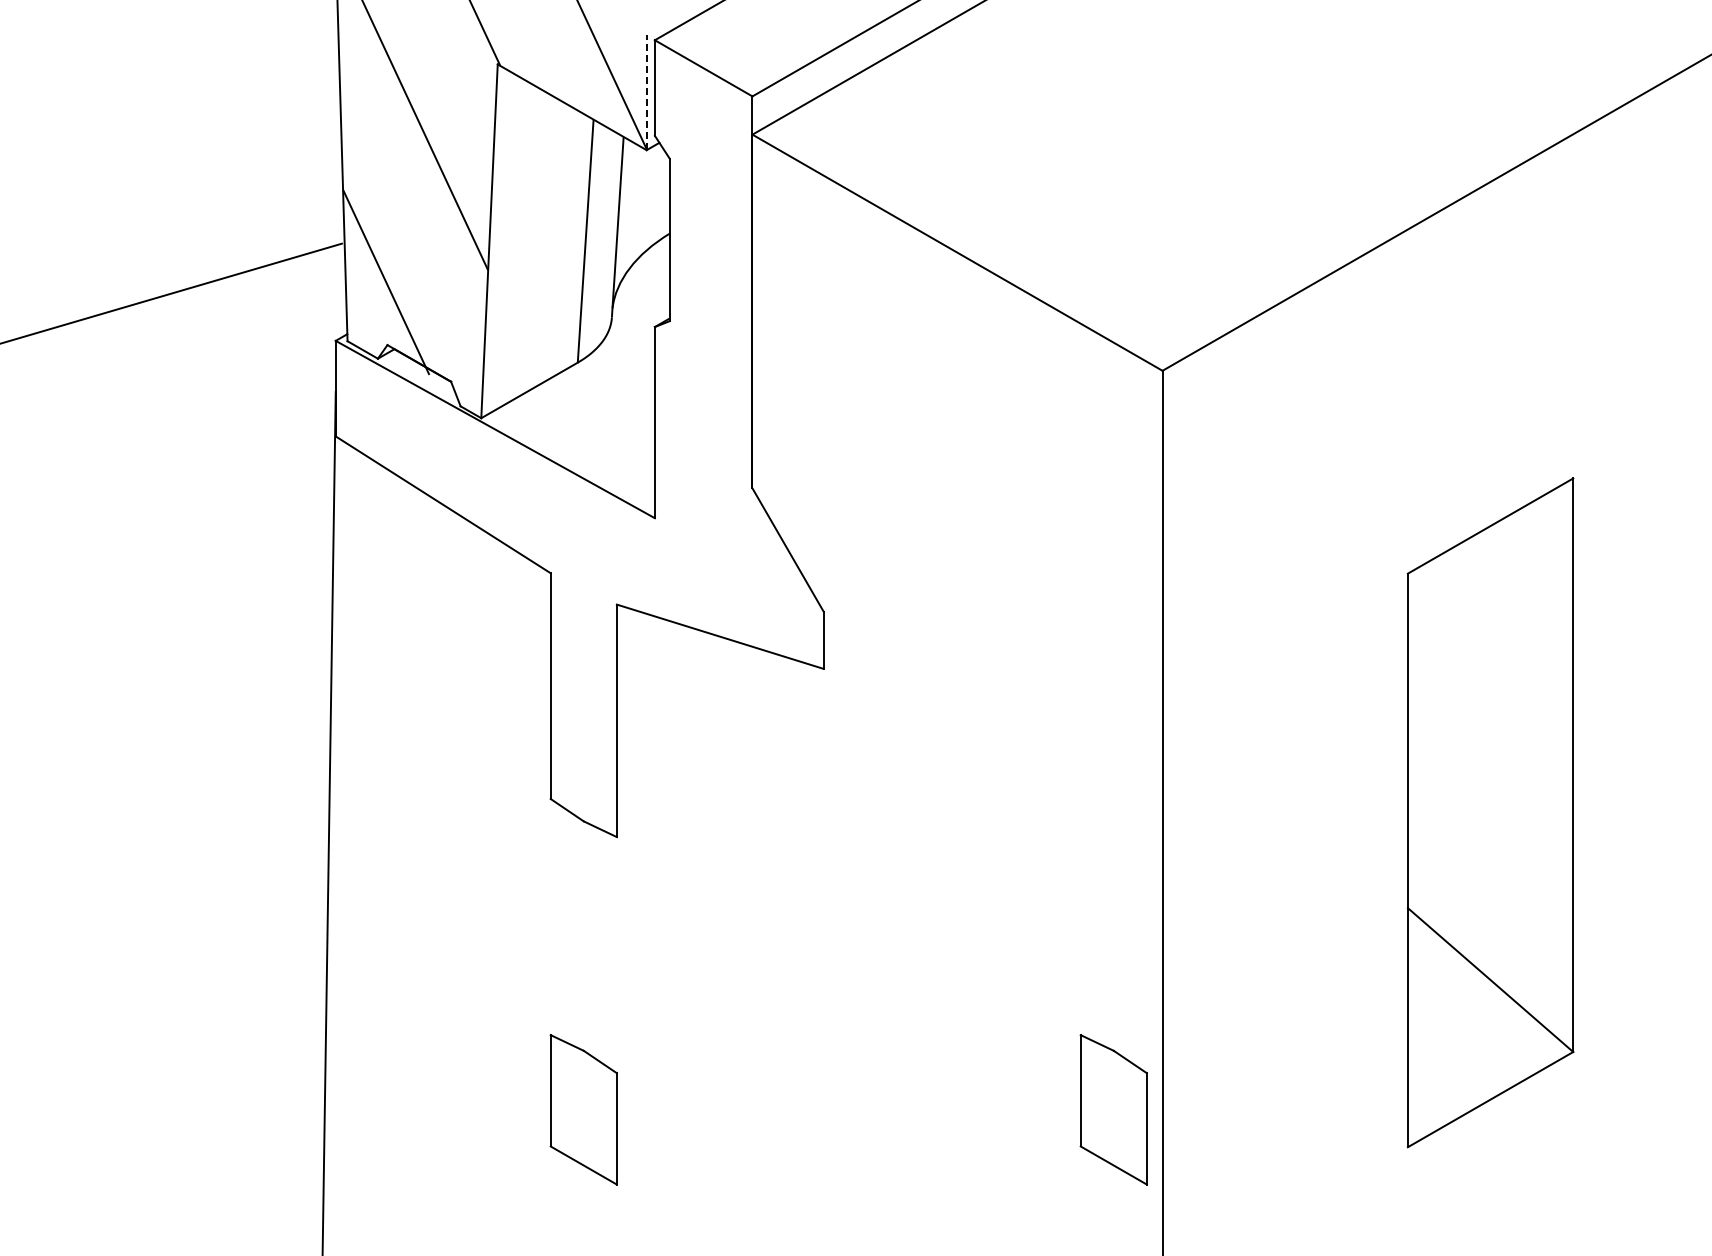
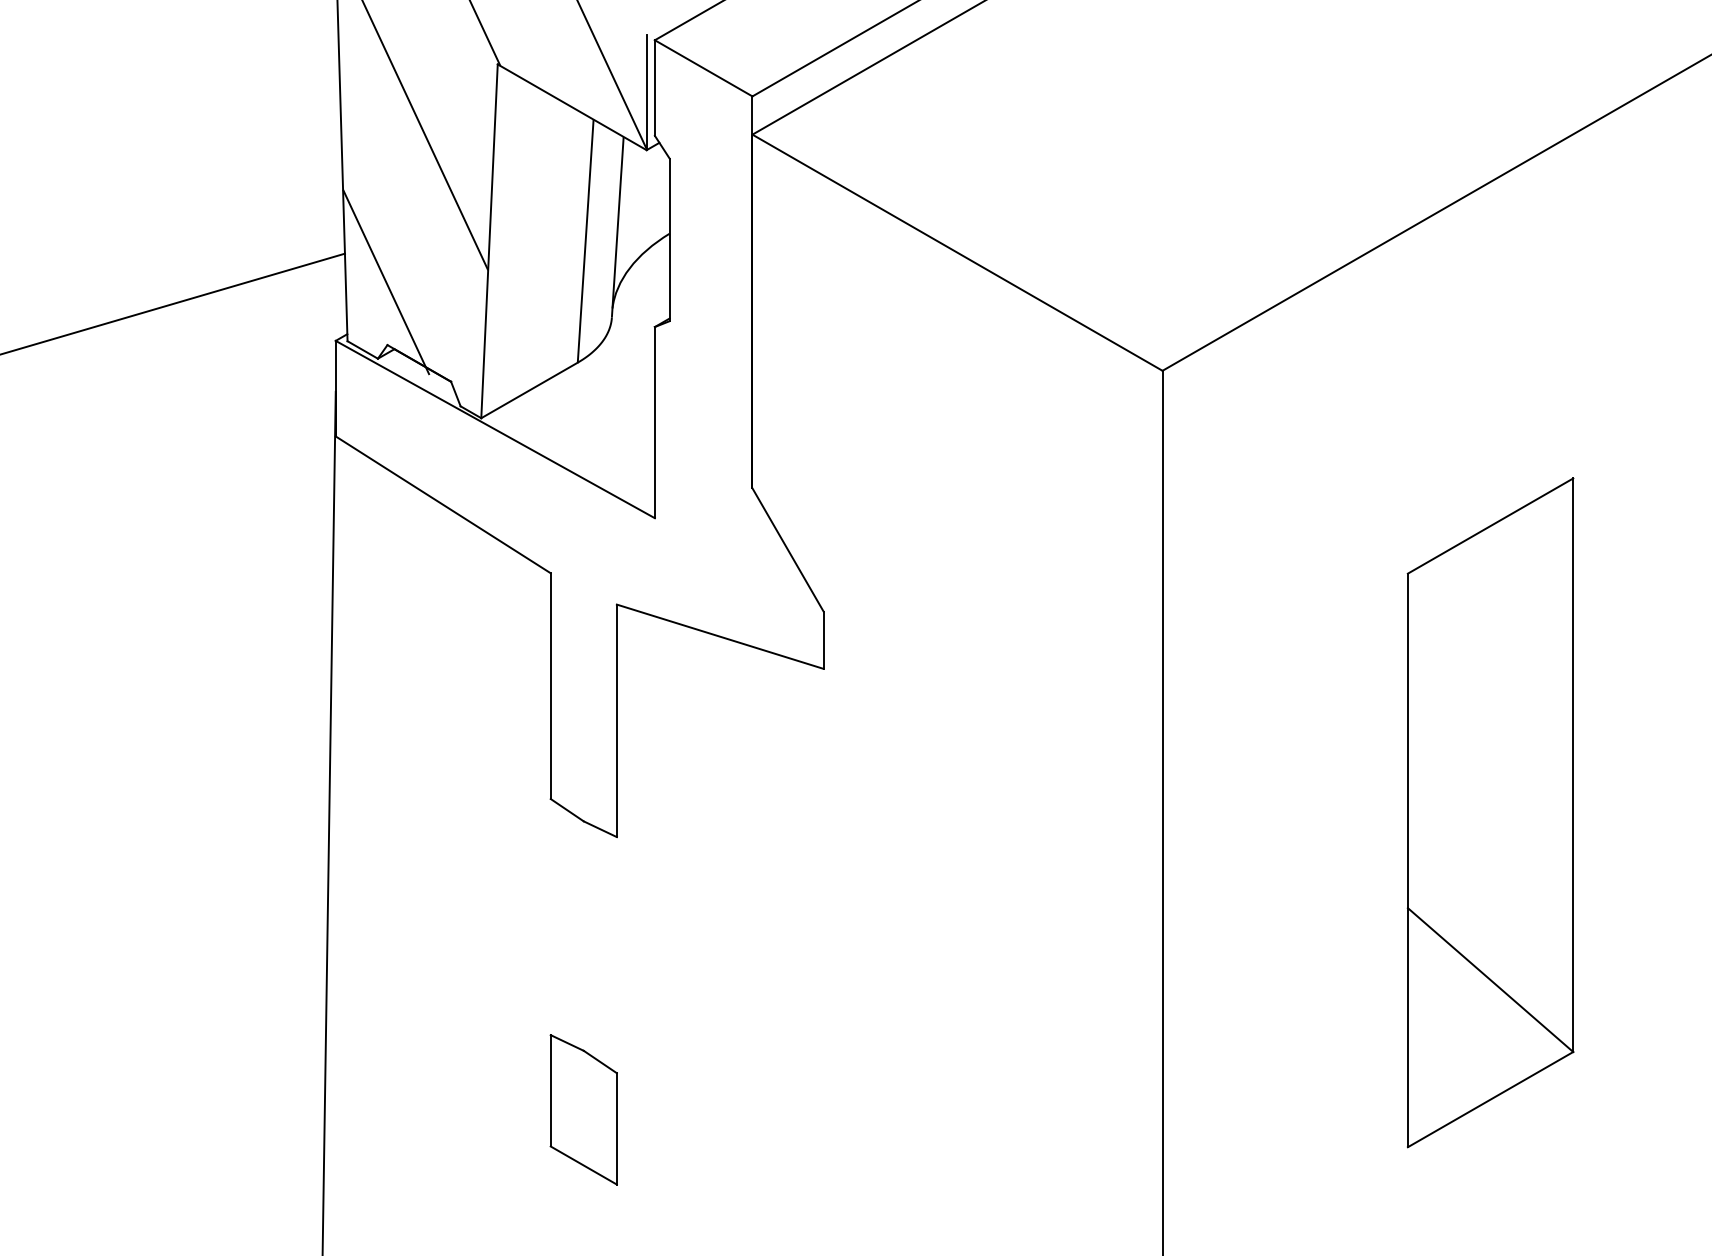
line at (646, 92): dashed -> solid
line at (171, 293) position: (171, 293) -> (173, 303)
part at (1113, 1109): present -> none
